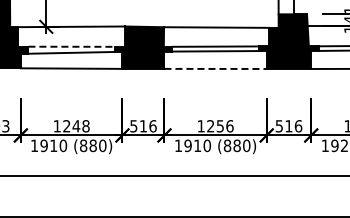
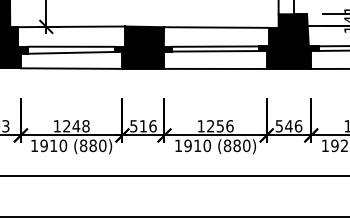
line at (72, 46): dashed -> solid
line at (216, 68): dashed -> solid
text at (288, 126): 516 -> 546
